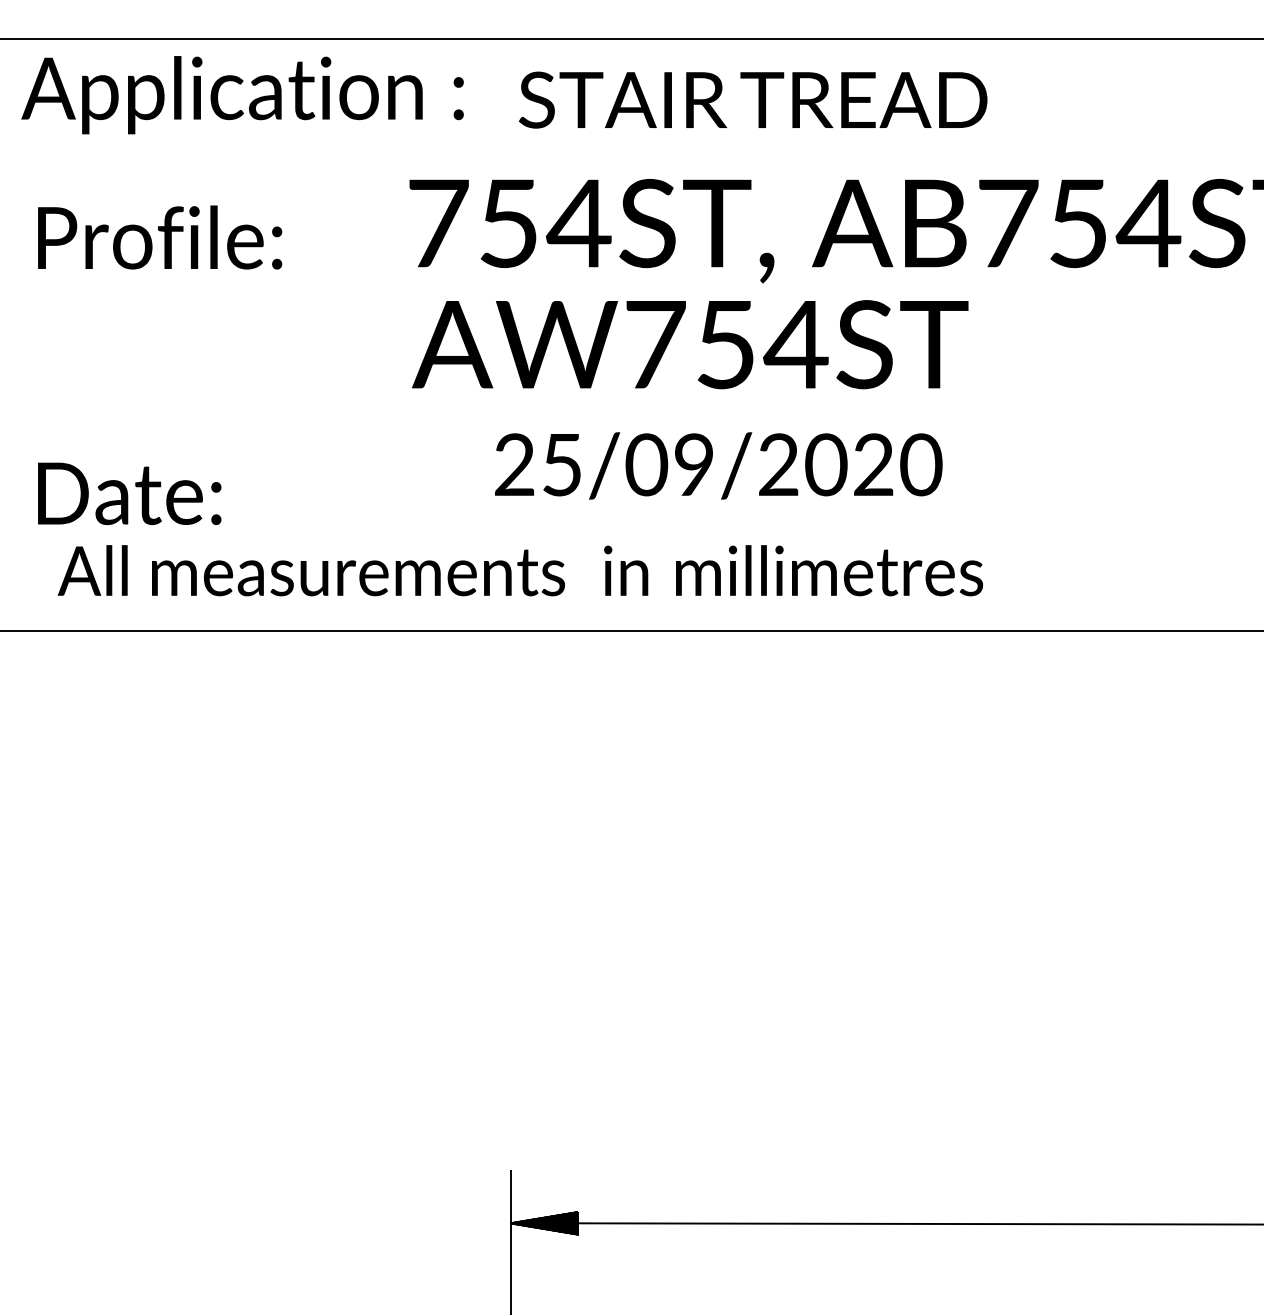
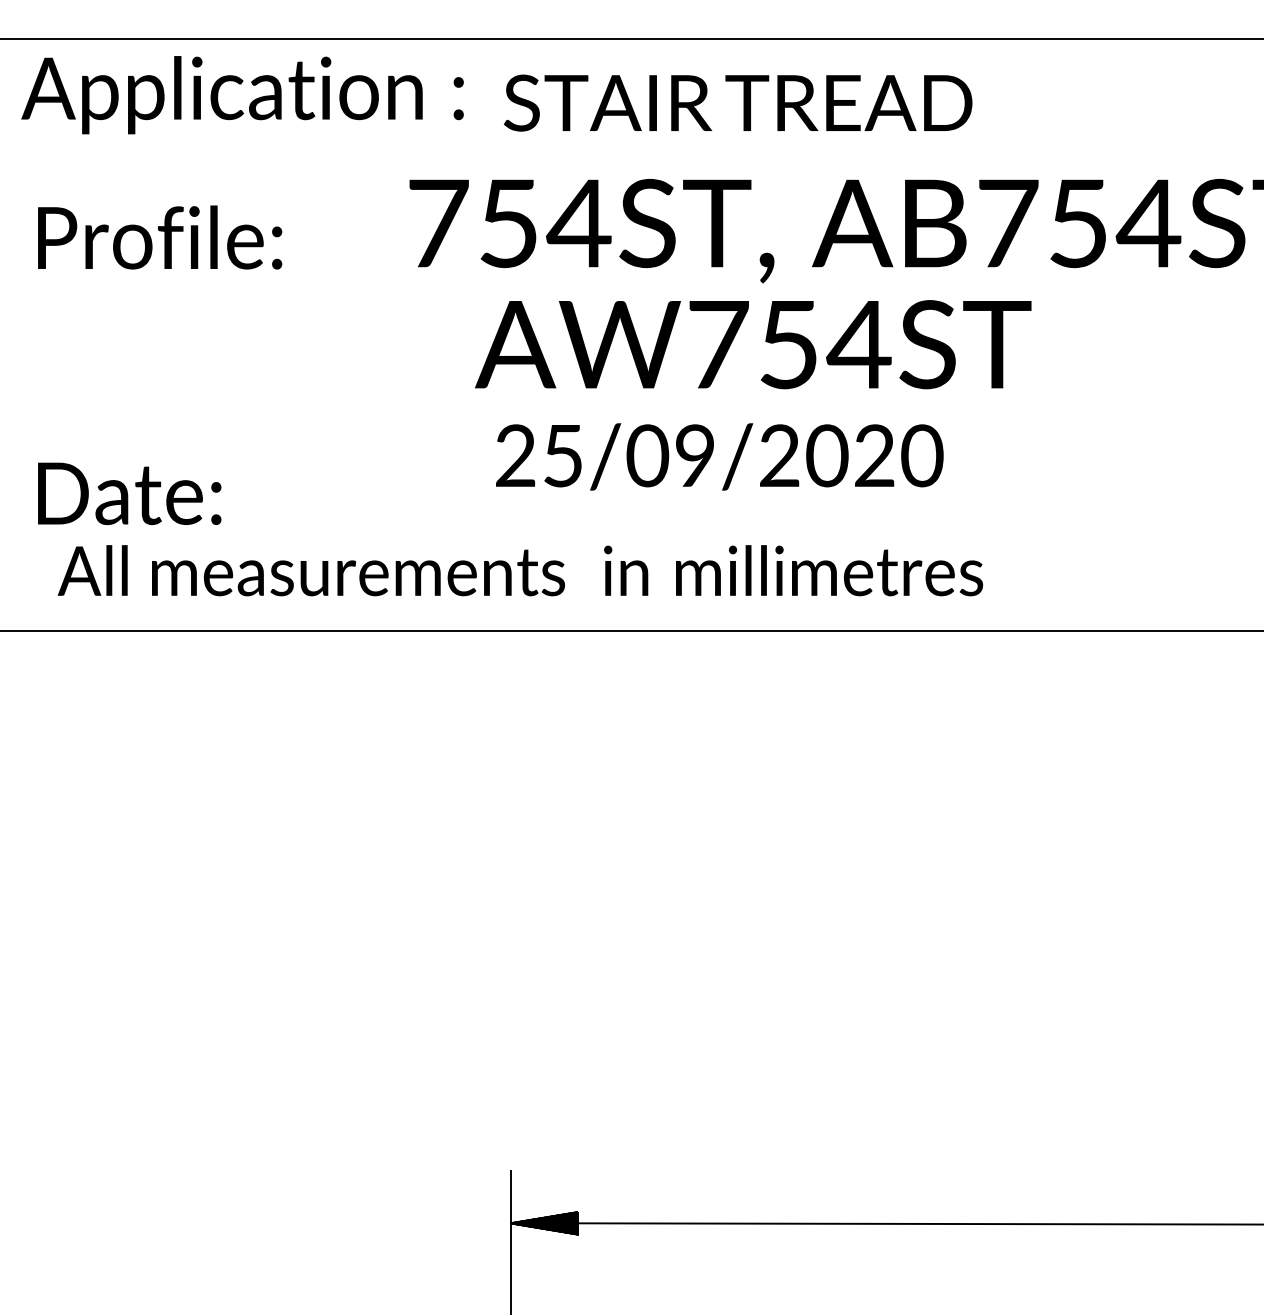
text at (753, 99) position: (753, 99) -> (738, 102)
text at (690, 344) position: (690, 344) -> (753, 344)
text at (718, 465) position: (718, 465) -> (719, 456)
